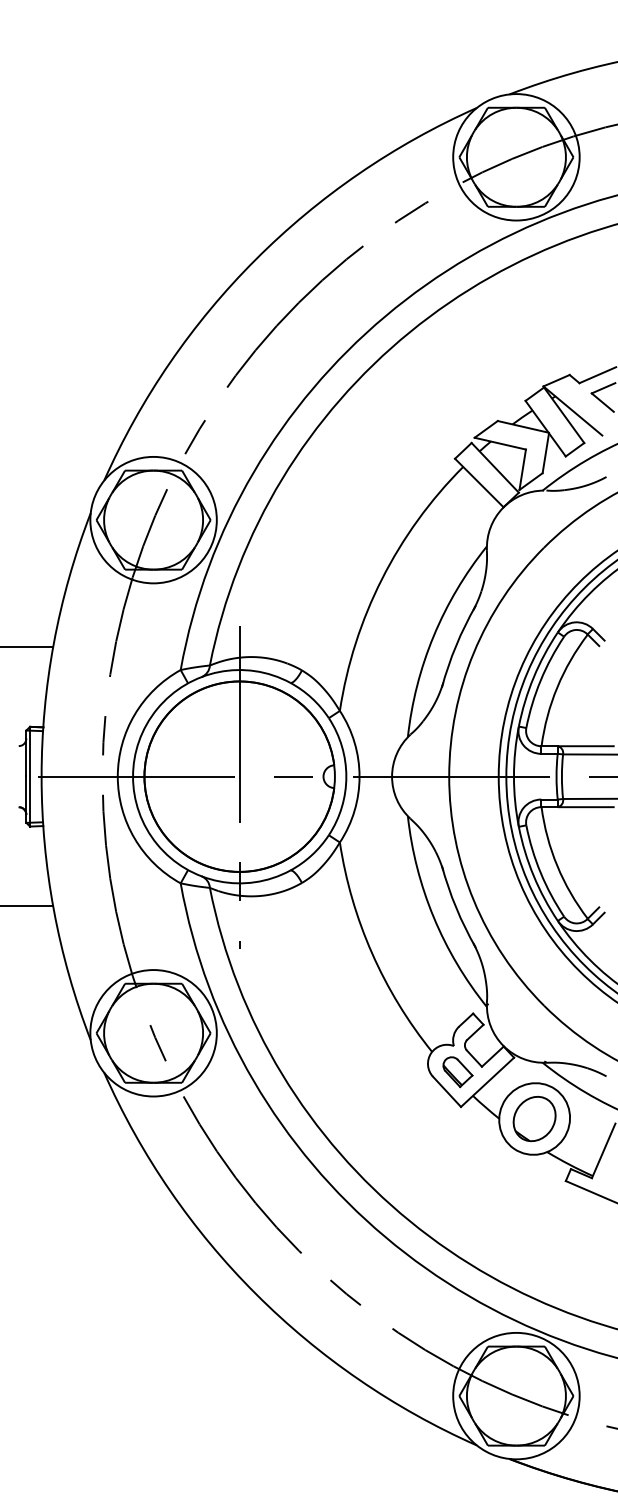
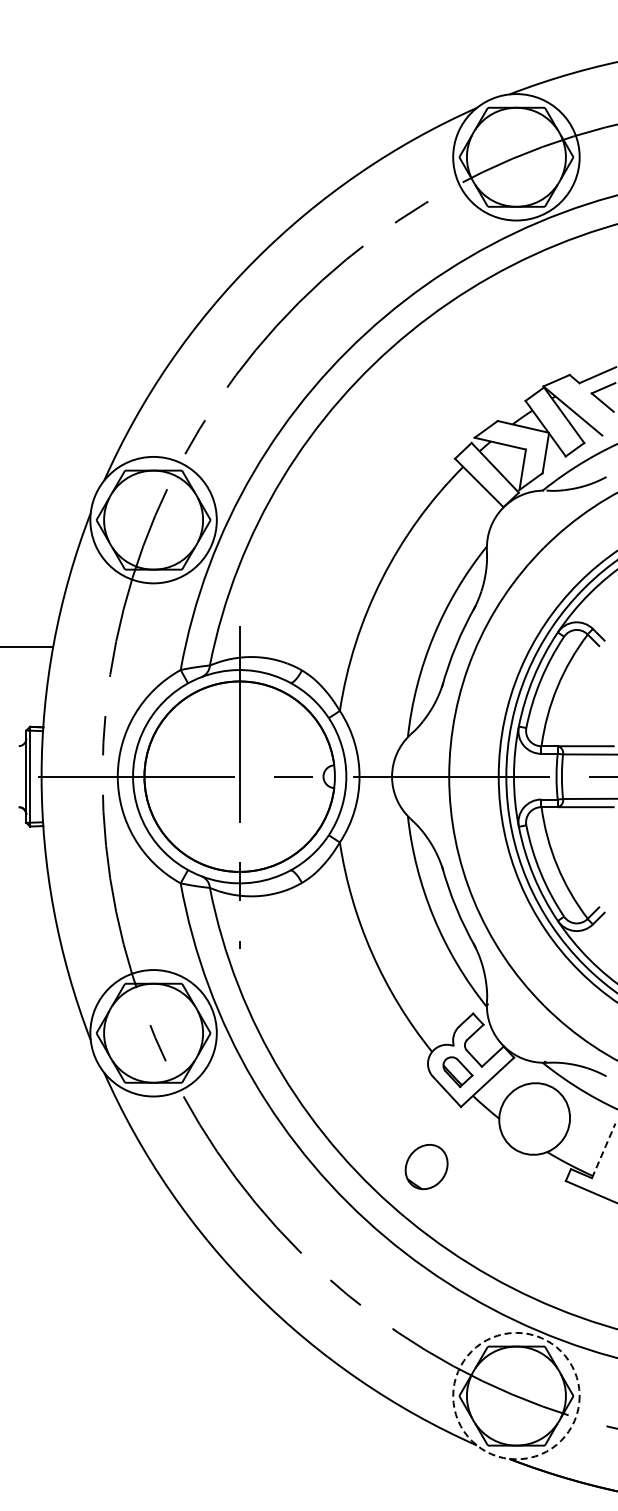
line at (27, 906): present -> none
part at (534, 1118) position: (534, 1118) -> (426, 1166)
line at (603, 1150): solid -> dashed
circle at (516, 1395): solid -> dashed
